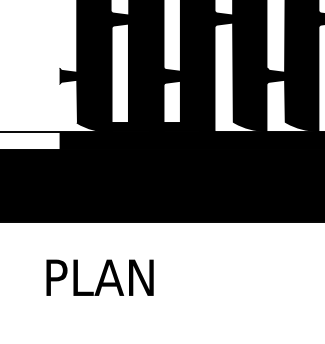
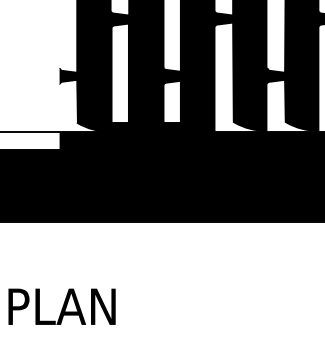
text at (99, 277) position: (99, 277) -> (61, 306)
